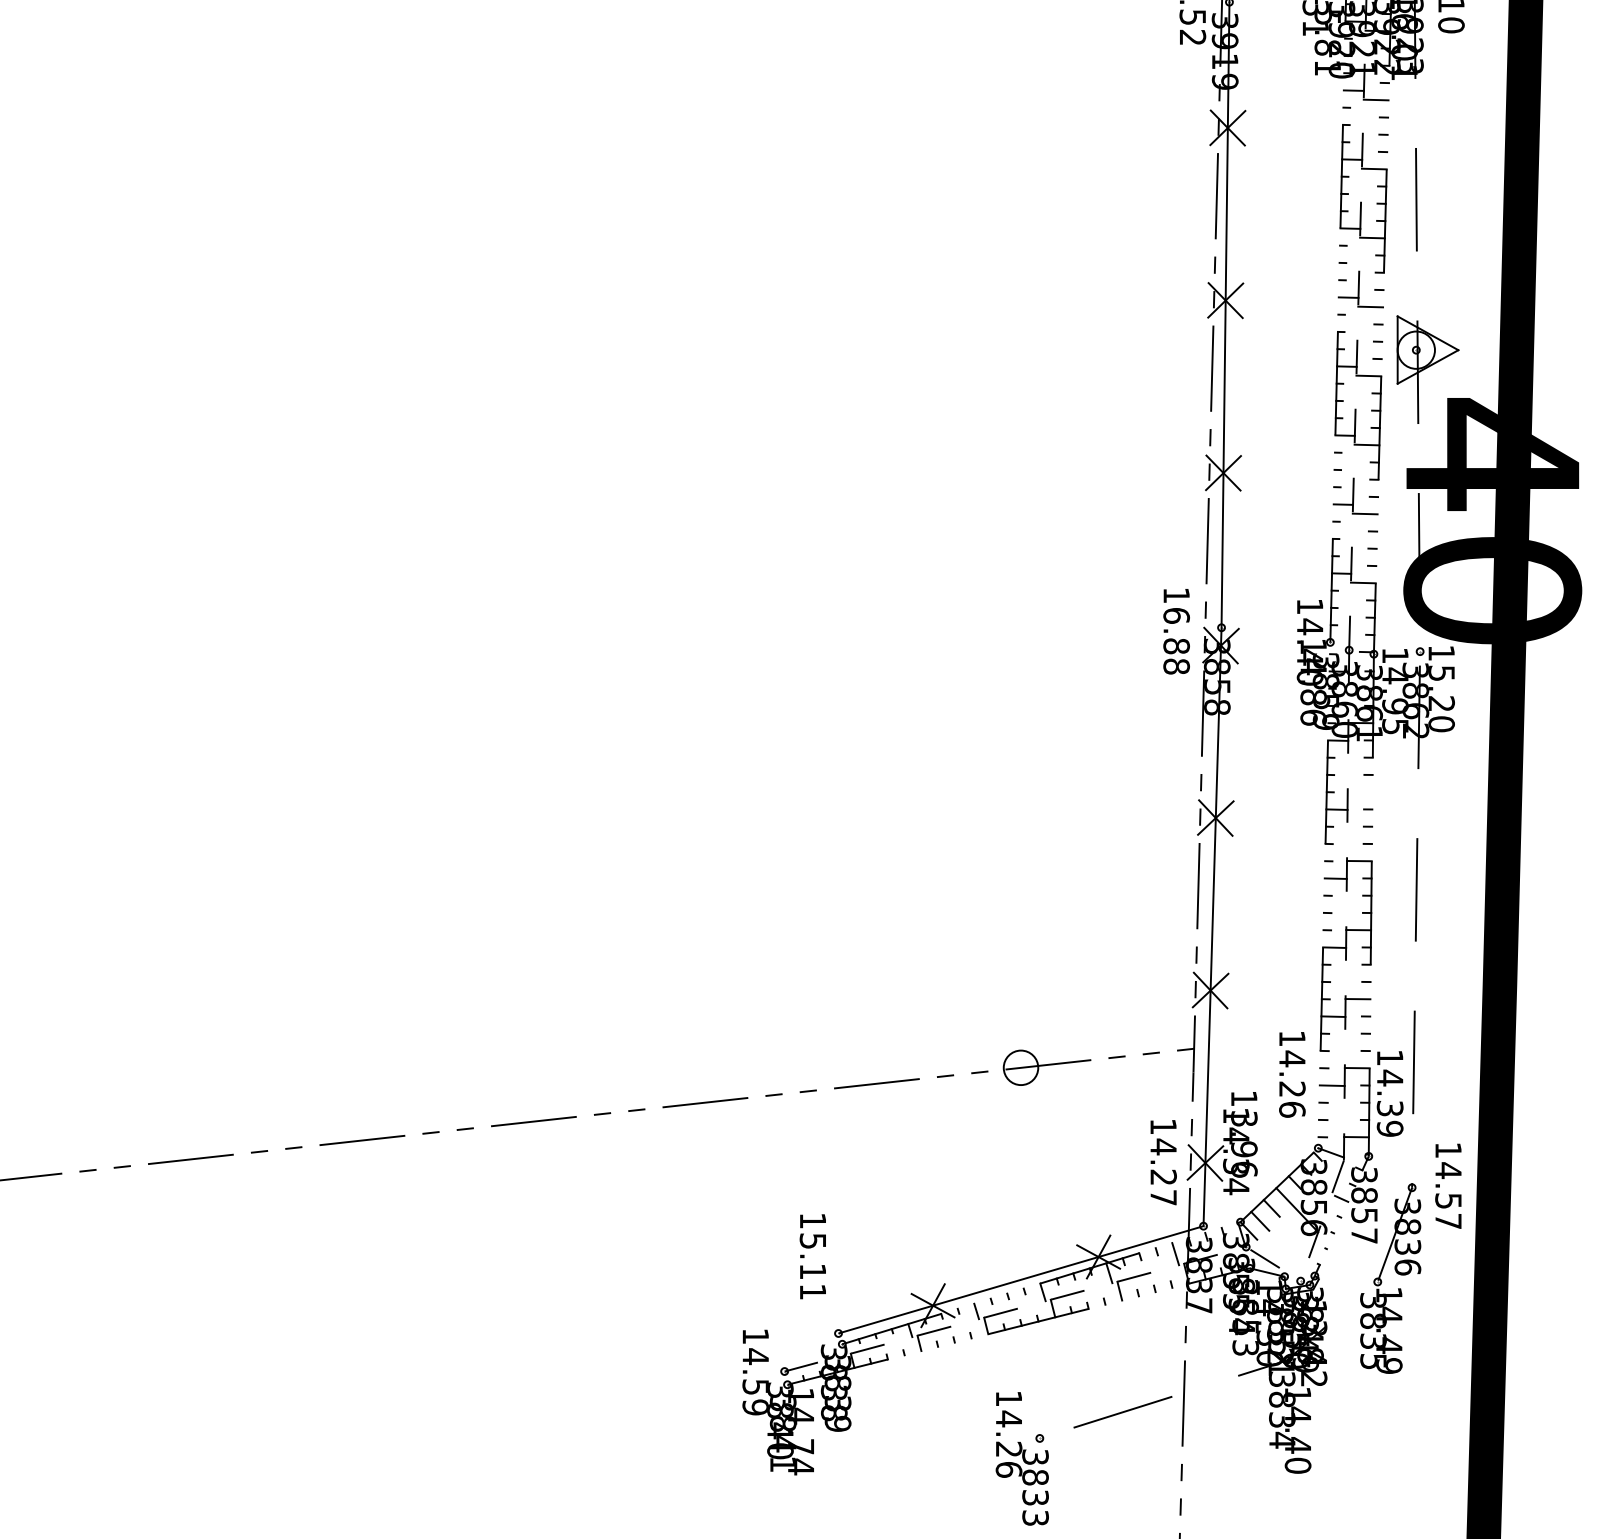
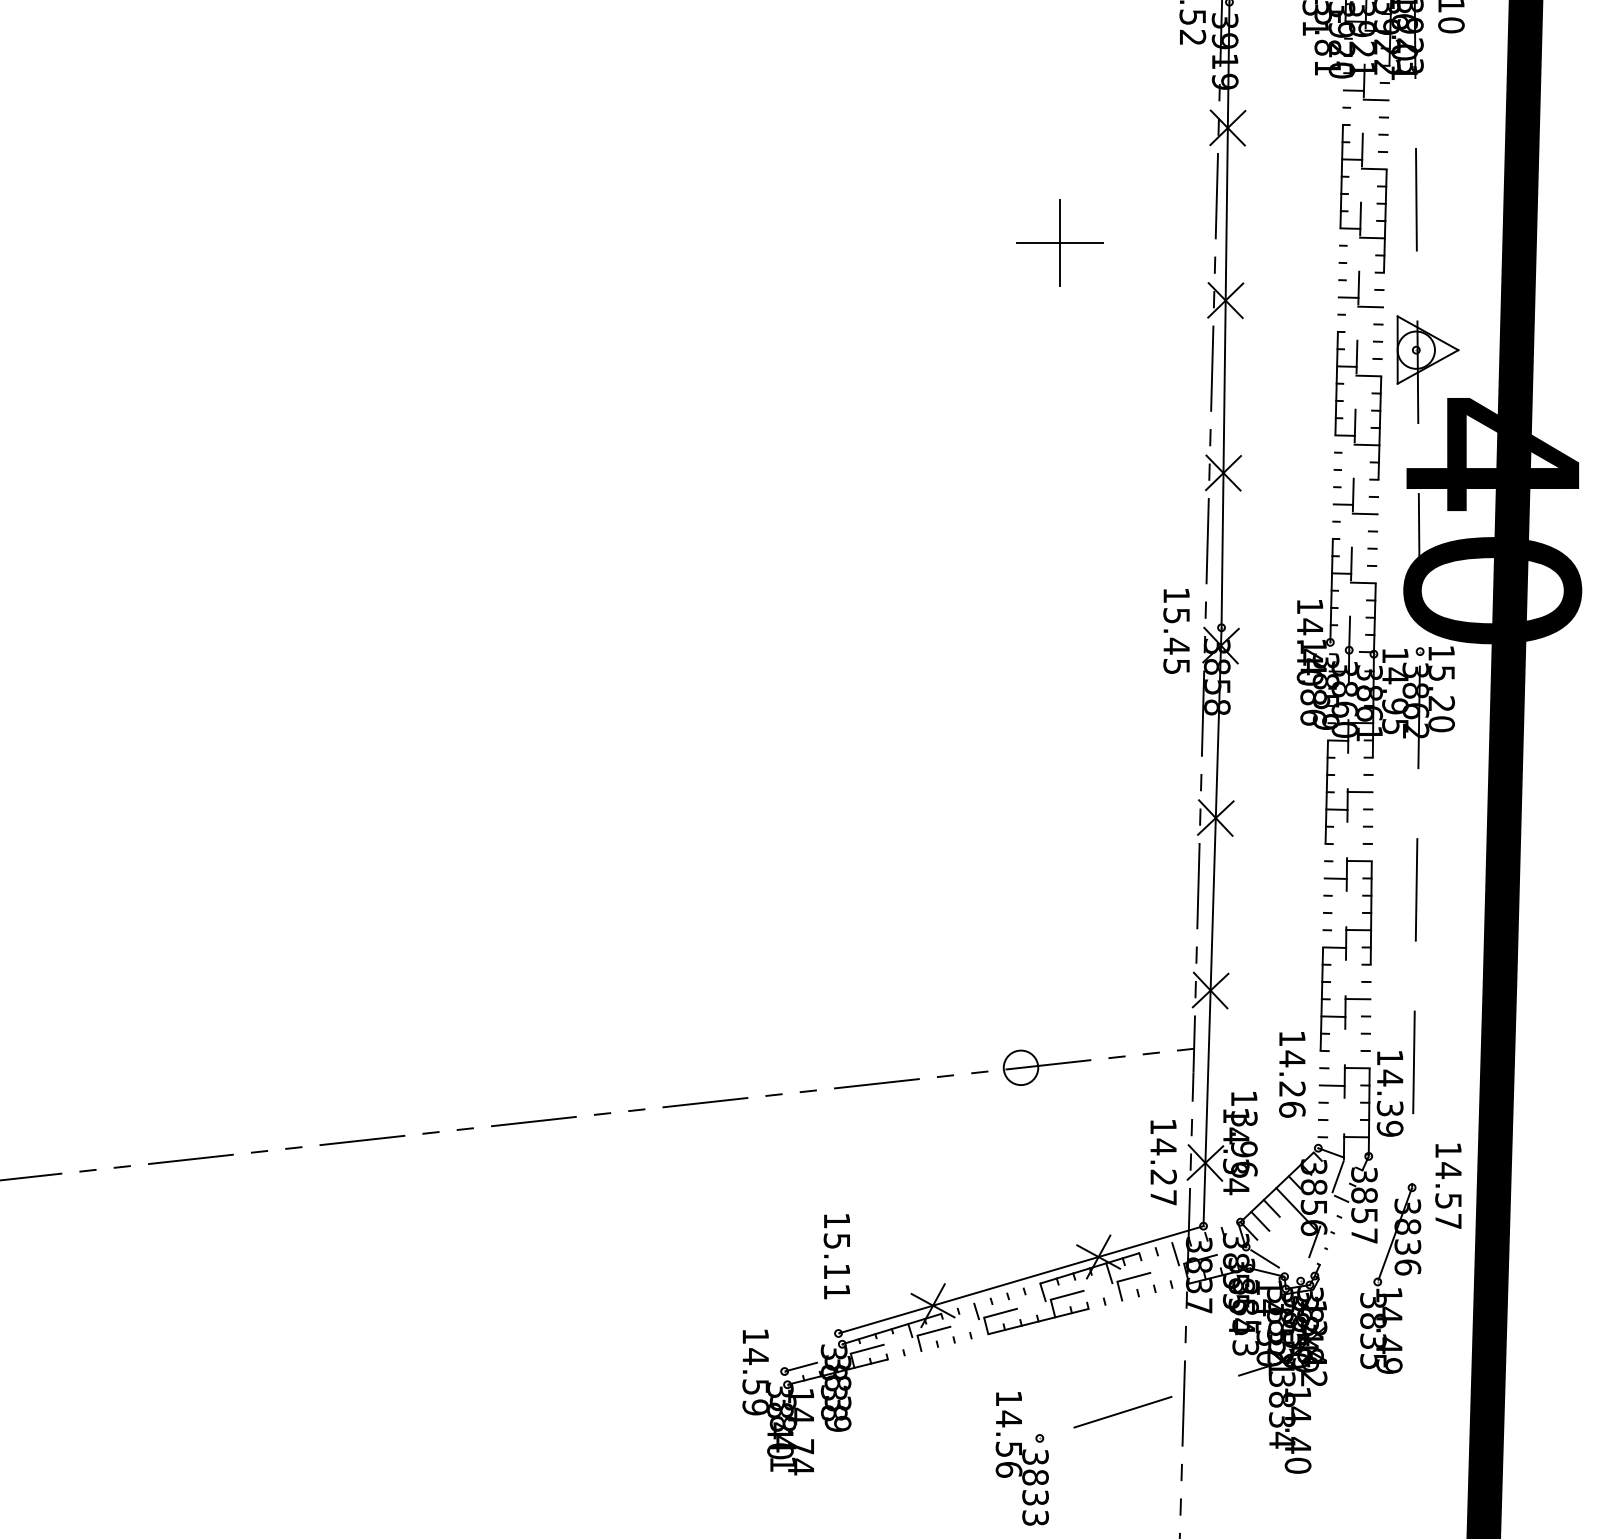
part at (1059, 242): none -> present
text at (1176, 641): 16.88 -> 15.45
line at (1359, 791): none -> present
text at (812, 1256) position: (812, 1256) -> (836, 1256)
text at (1008, 1448): 14.26 -> 14.56
